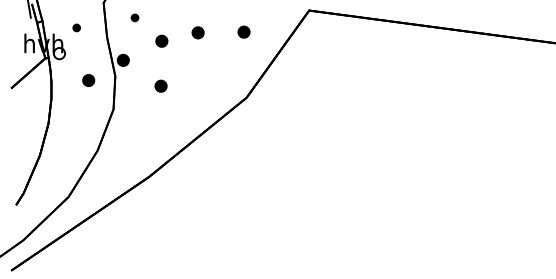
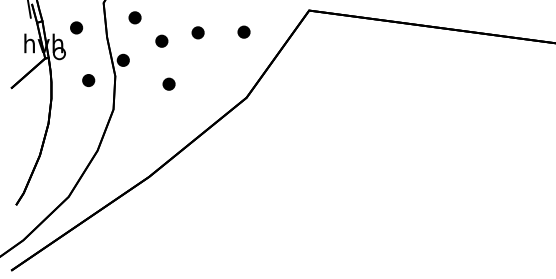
part at (134, 17) size: 10x10 px -> 14x14 px
part at (76, 27) size: 9x10 px -> 14x14 px
part at (160, 85) position: (160, 85) -> (168, 83)
